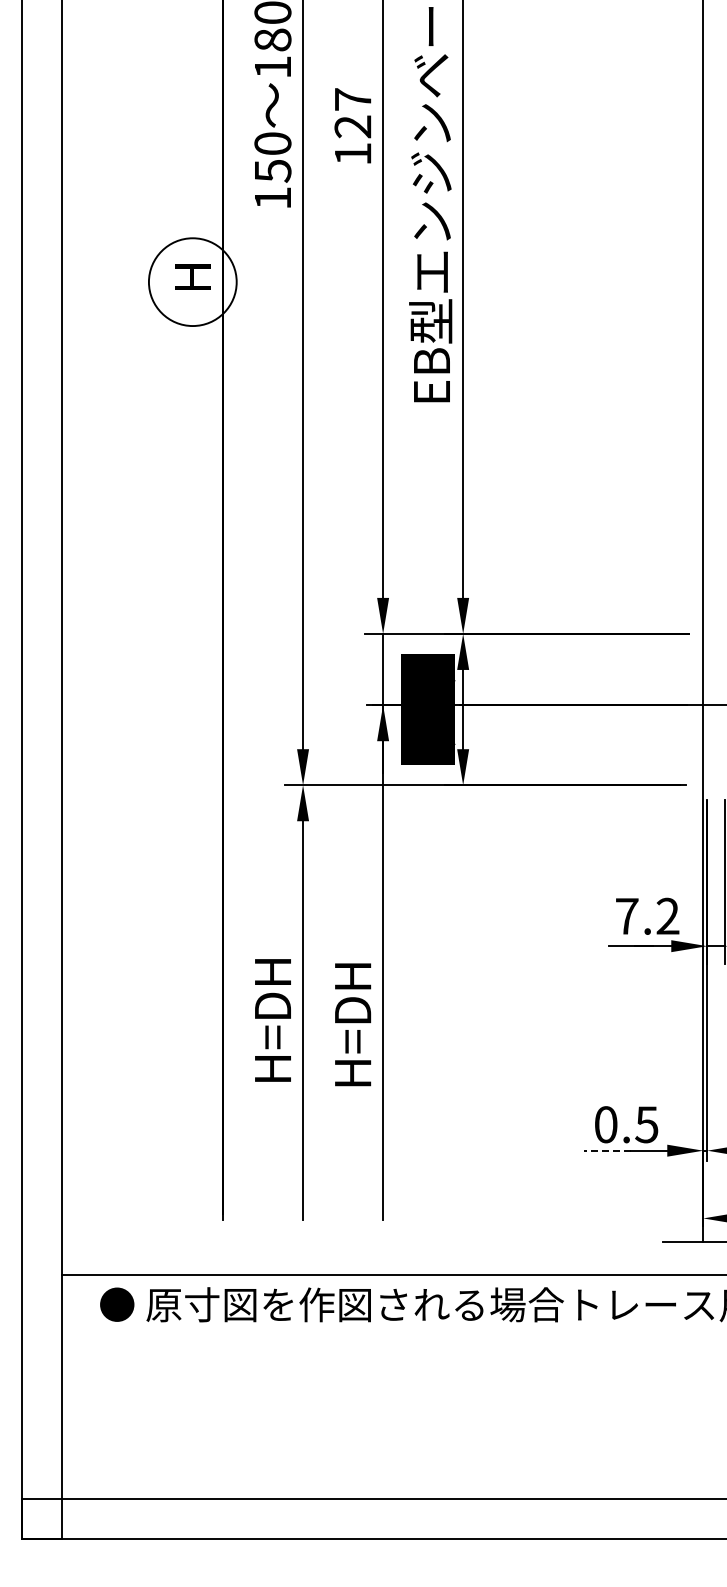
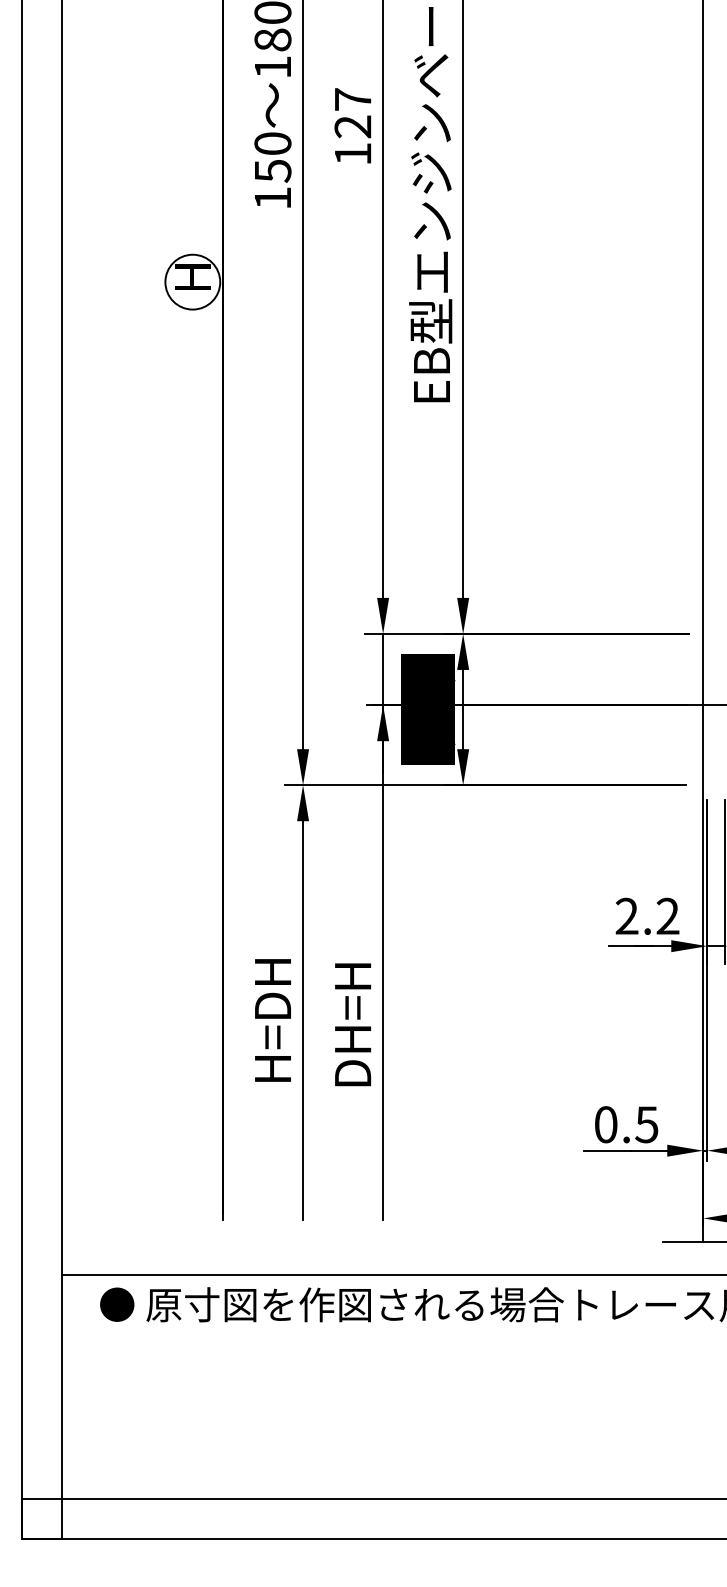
circle at (192, 282) diameter: 88 px -> 55 px
text at (626, 915): 7.2 -> 2.2
text at (353, 1038): H=DH -> DH=H
line at (607, 1150): dashed -> solid
